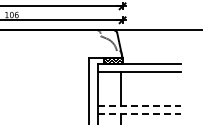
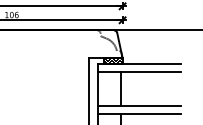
line at (139, 105): dashed -> solid
line at (139, 114): dashed -> solid
